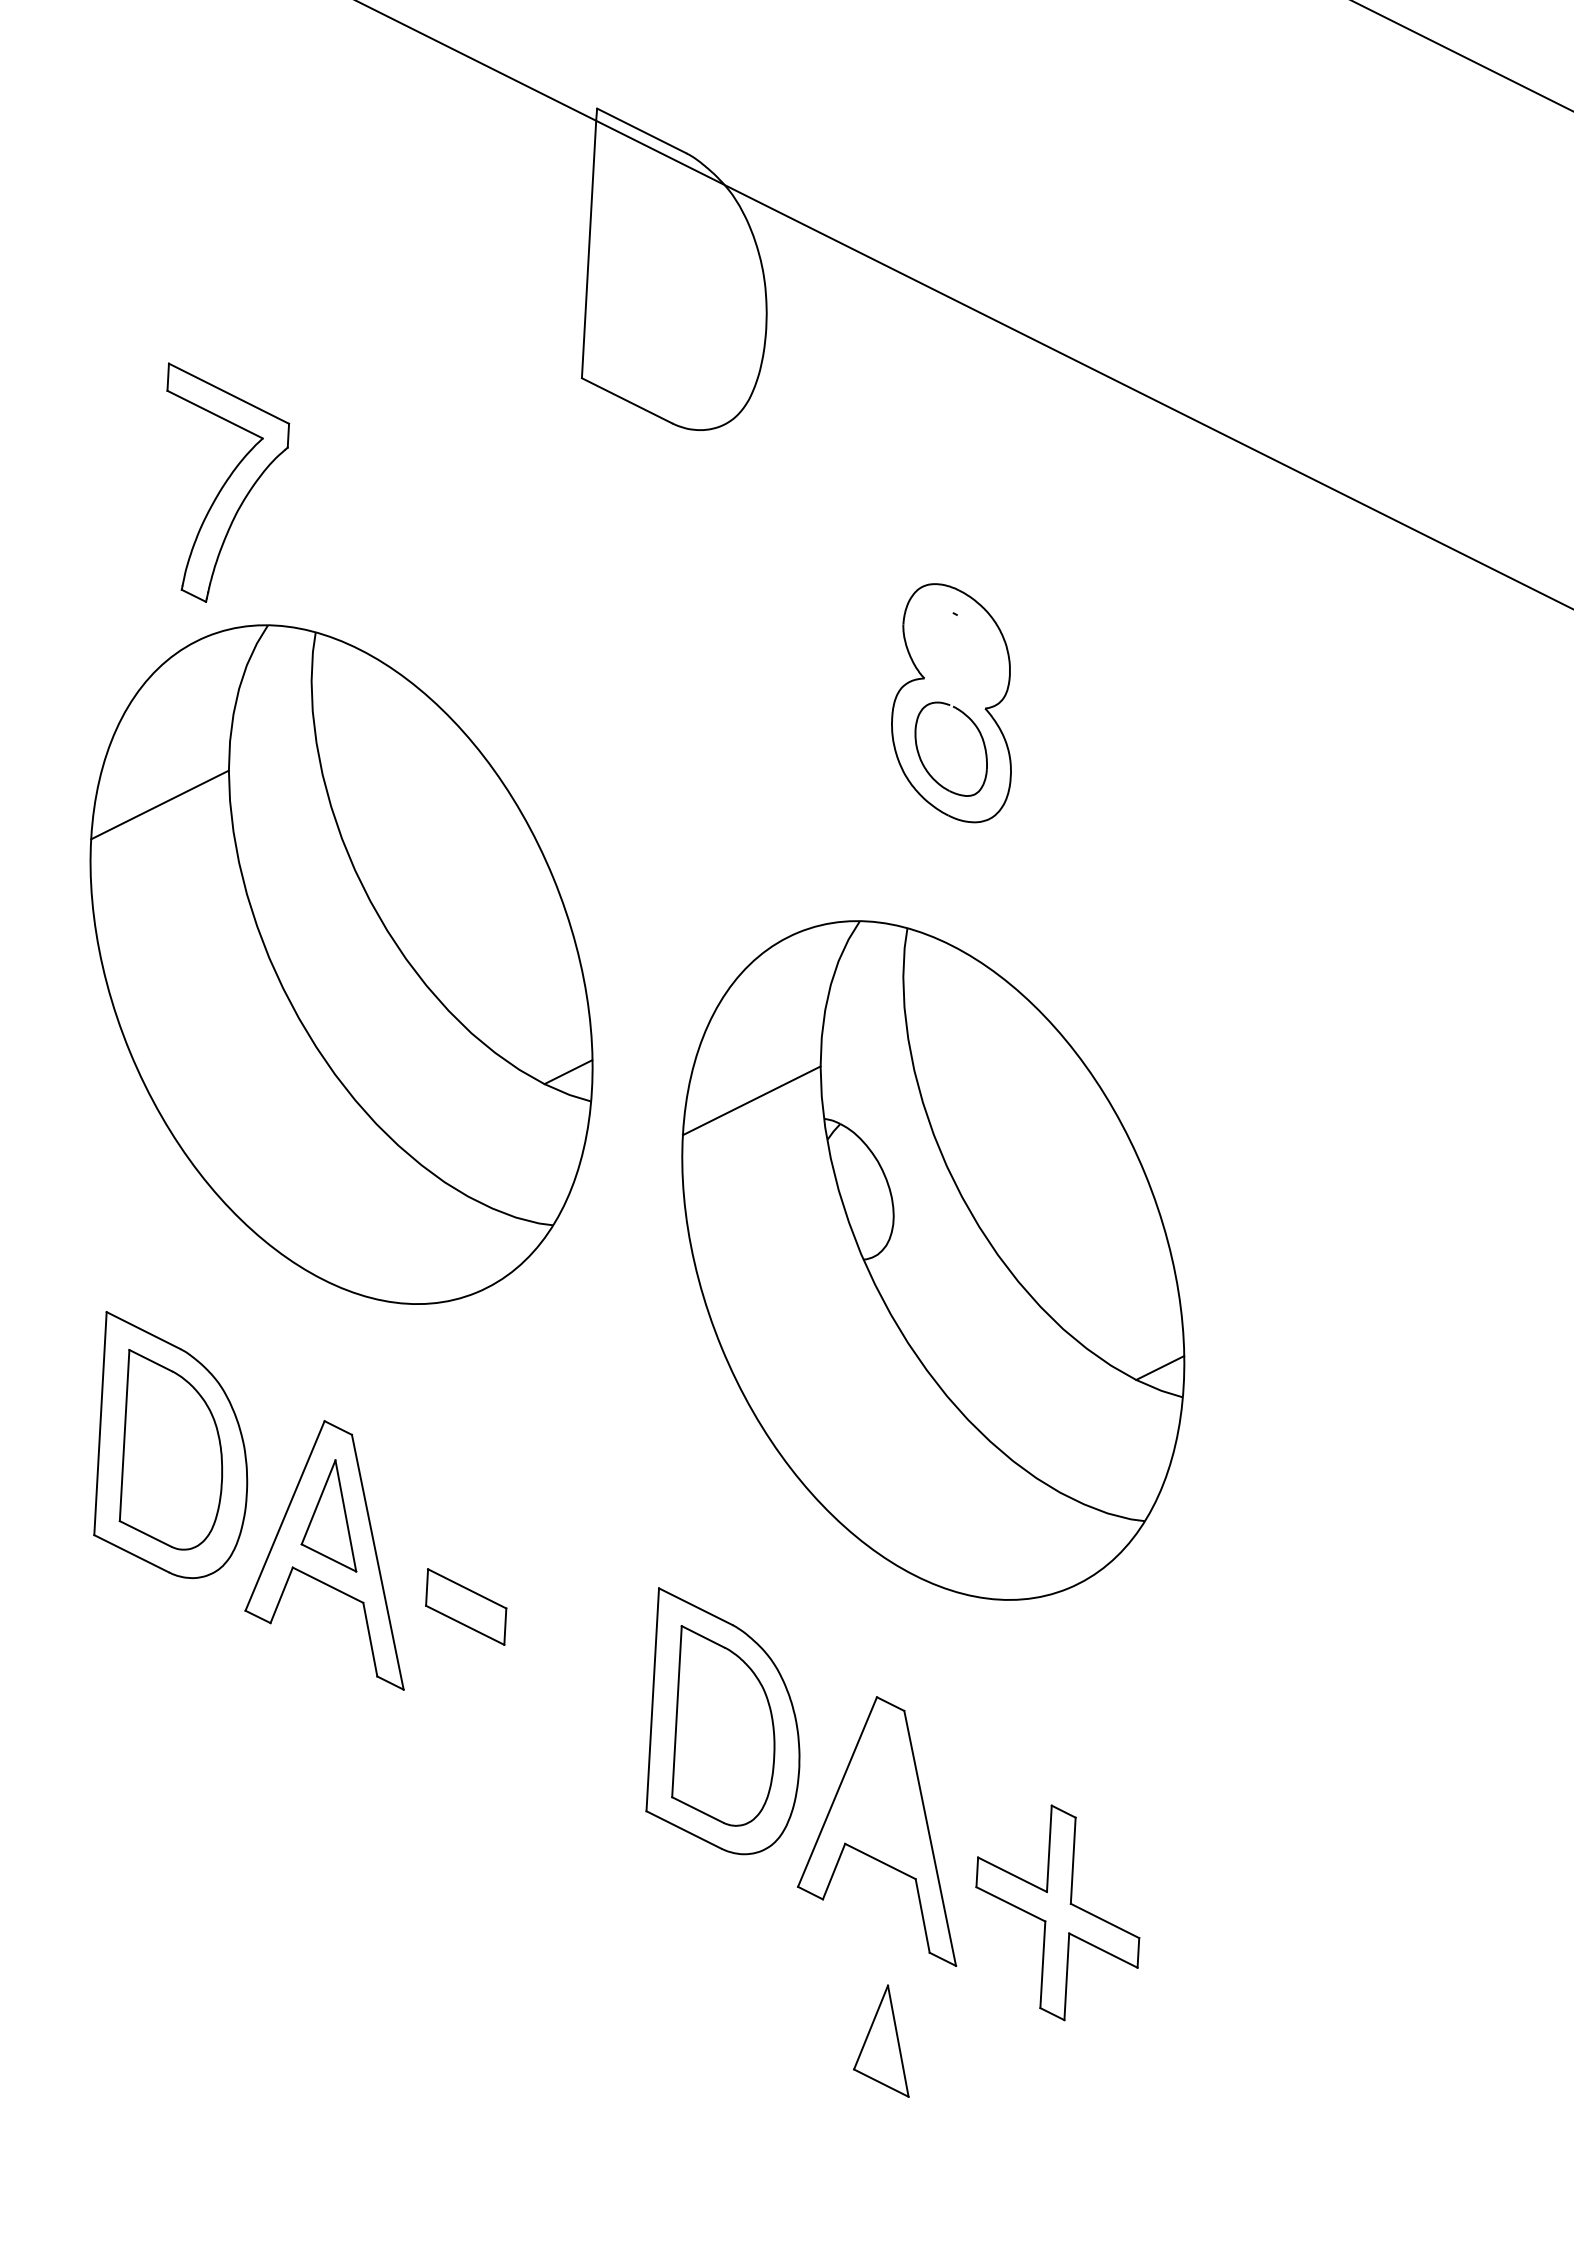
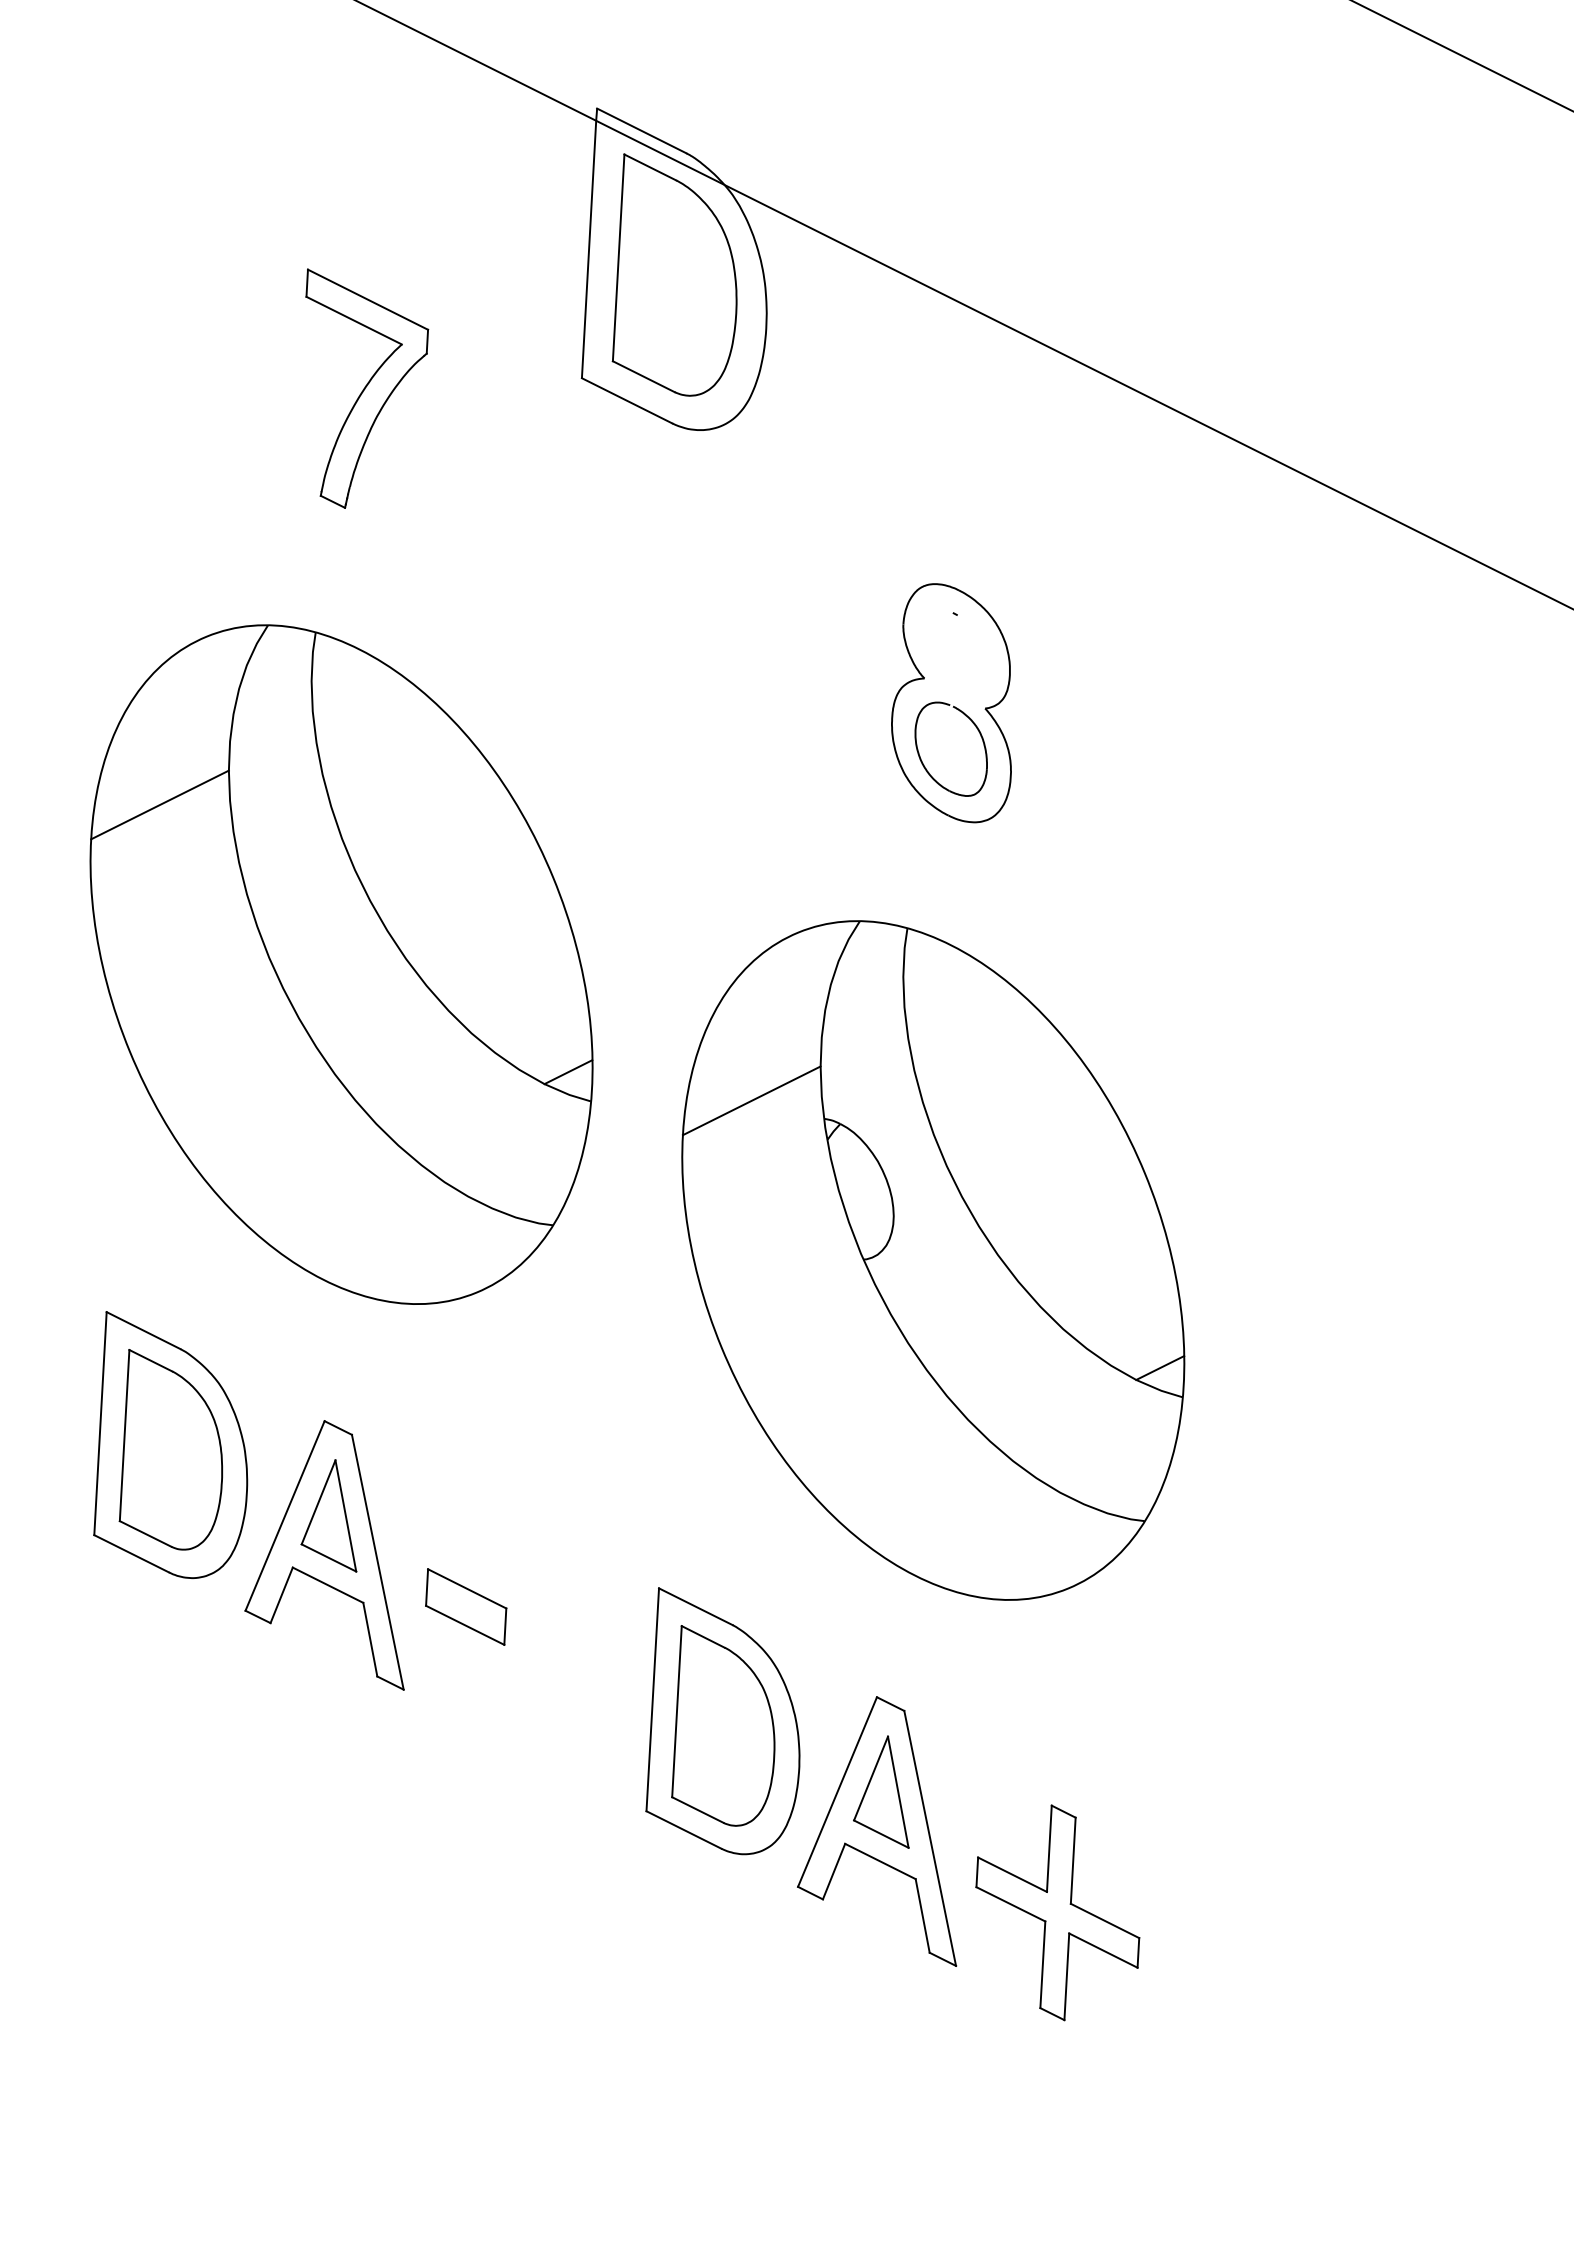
part at (674, 274): none -> present
part at (228, 482) position: (228, 482) -> (367, 388)
part at (881, 2040) position: (881, 2040) -> (881, 1791)
